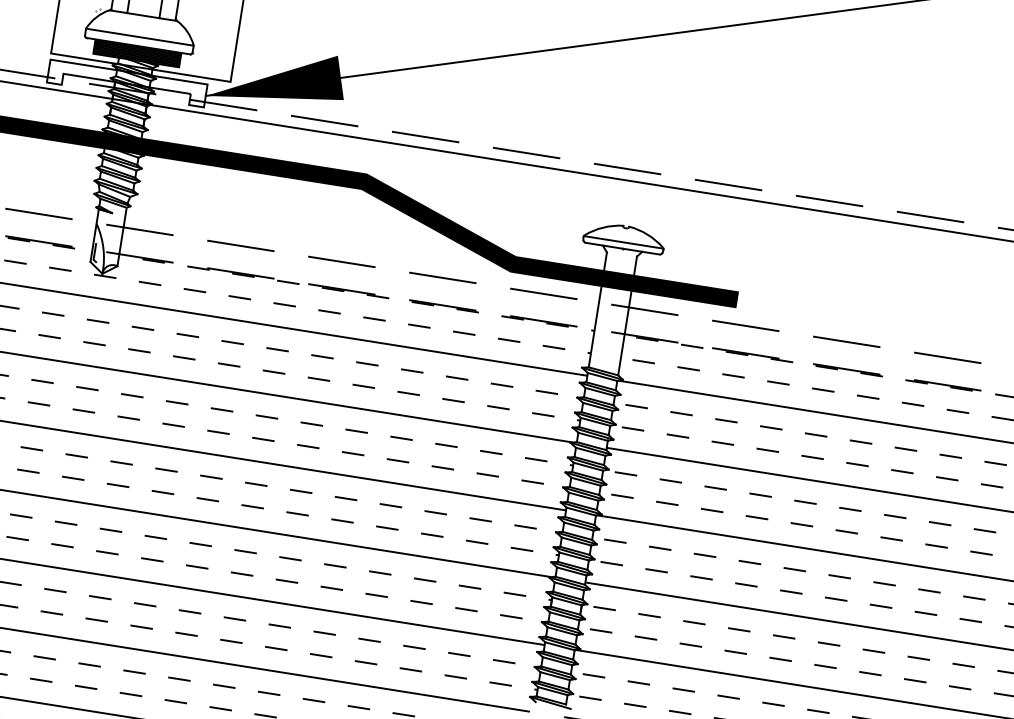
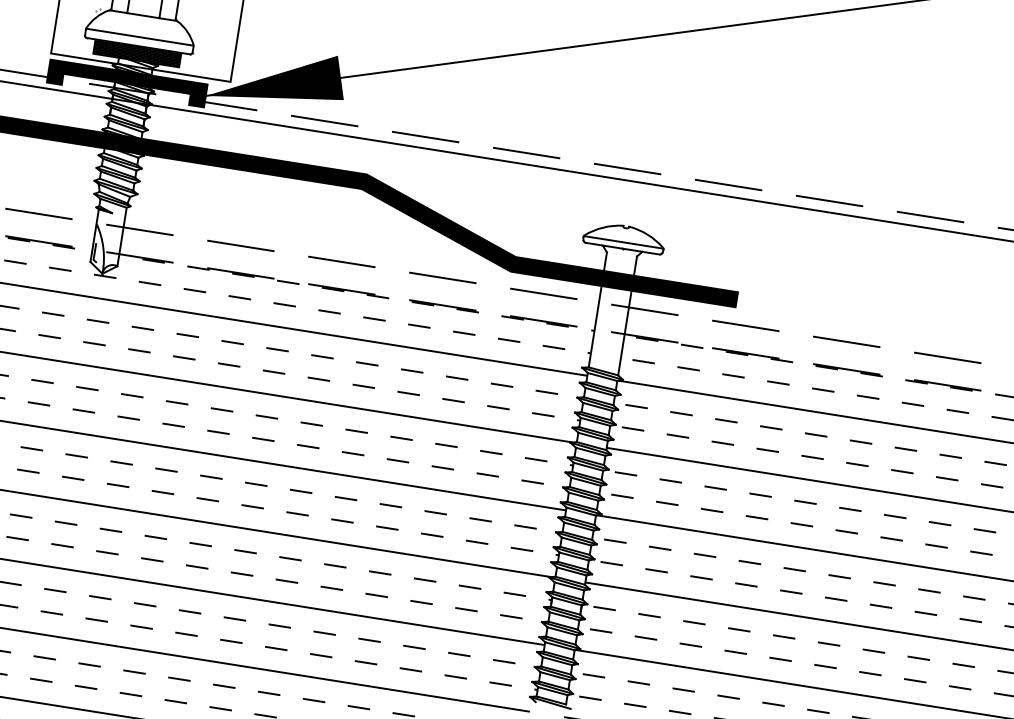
fill at (126, 83): none -> present
